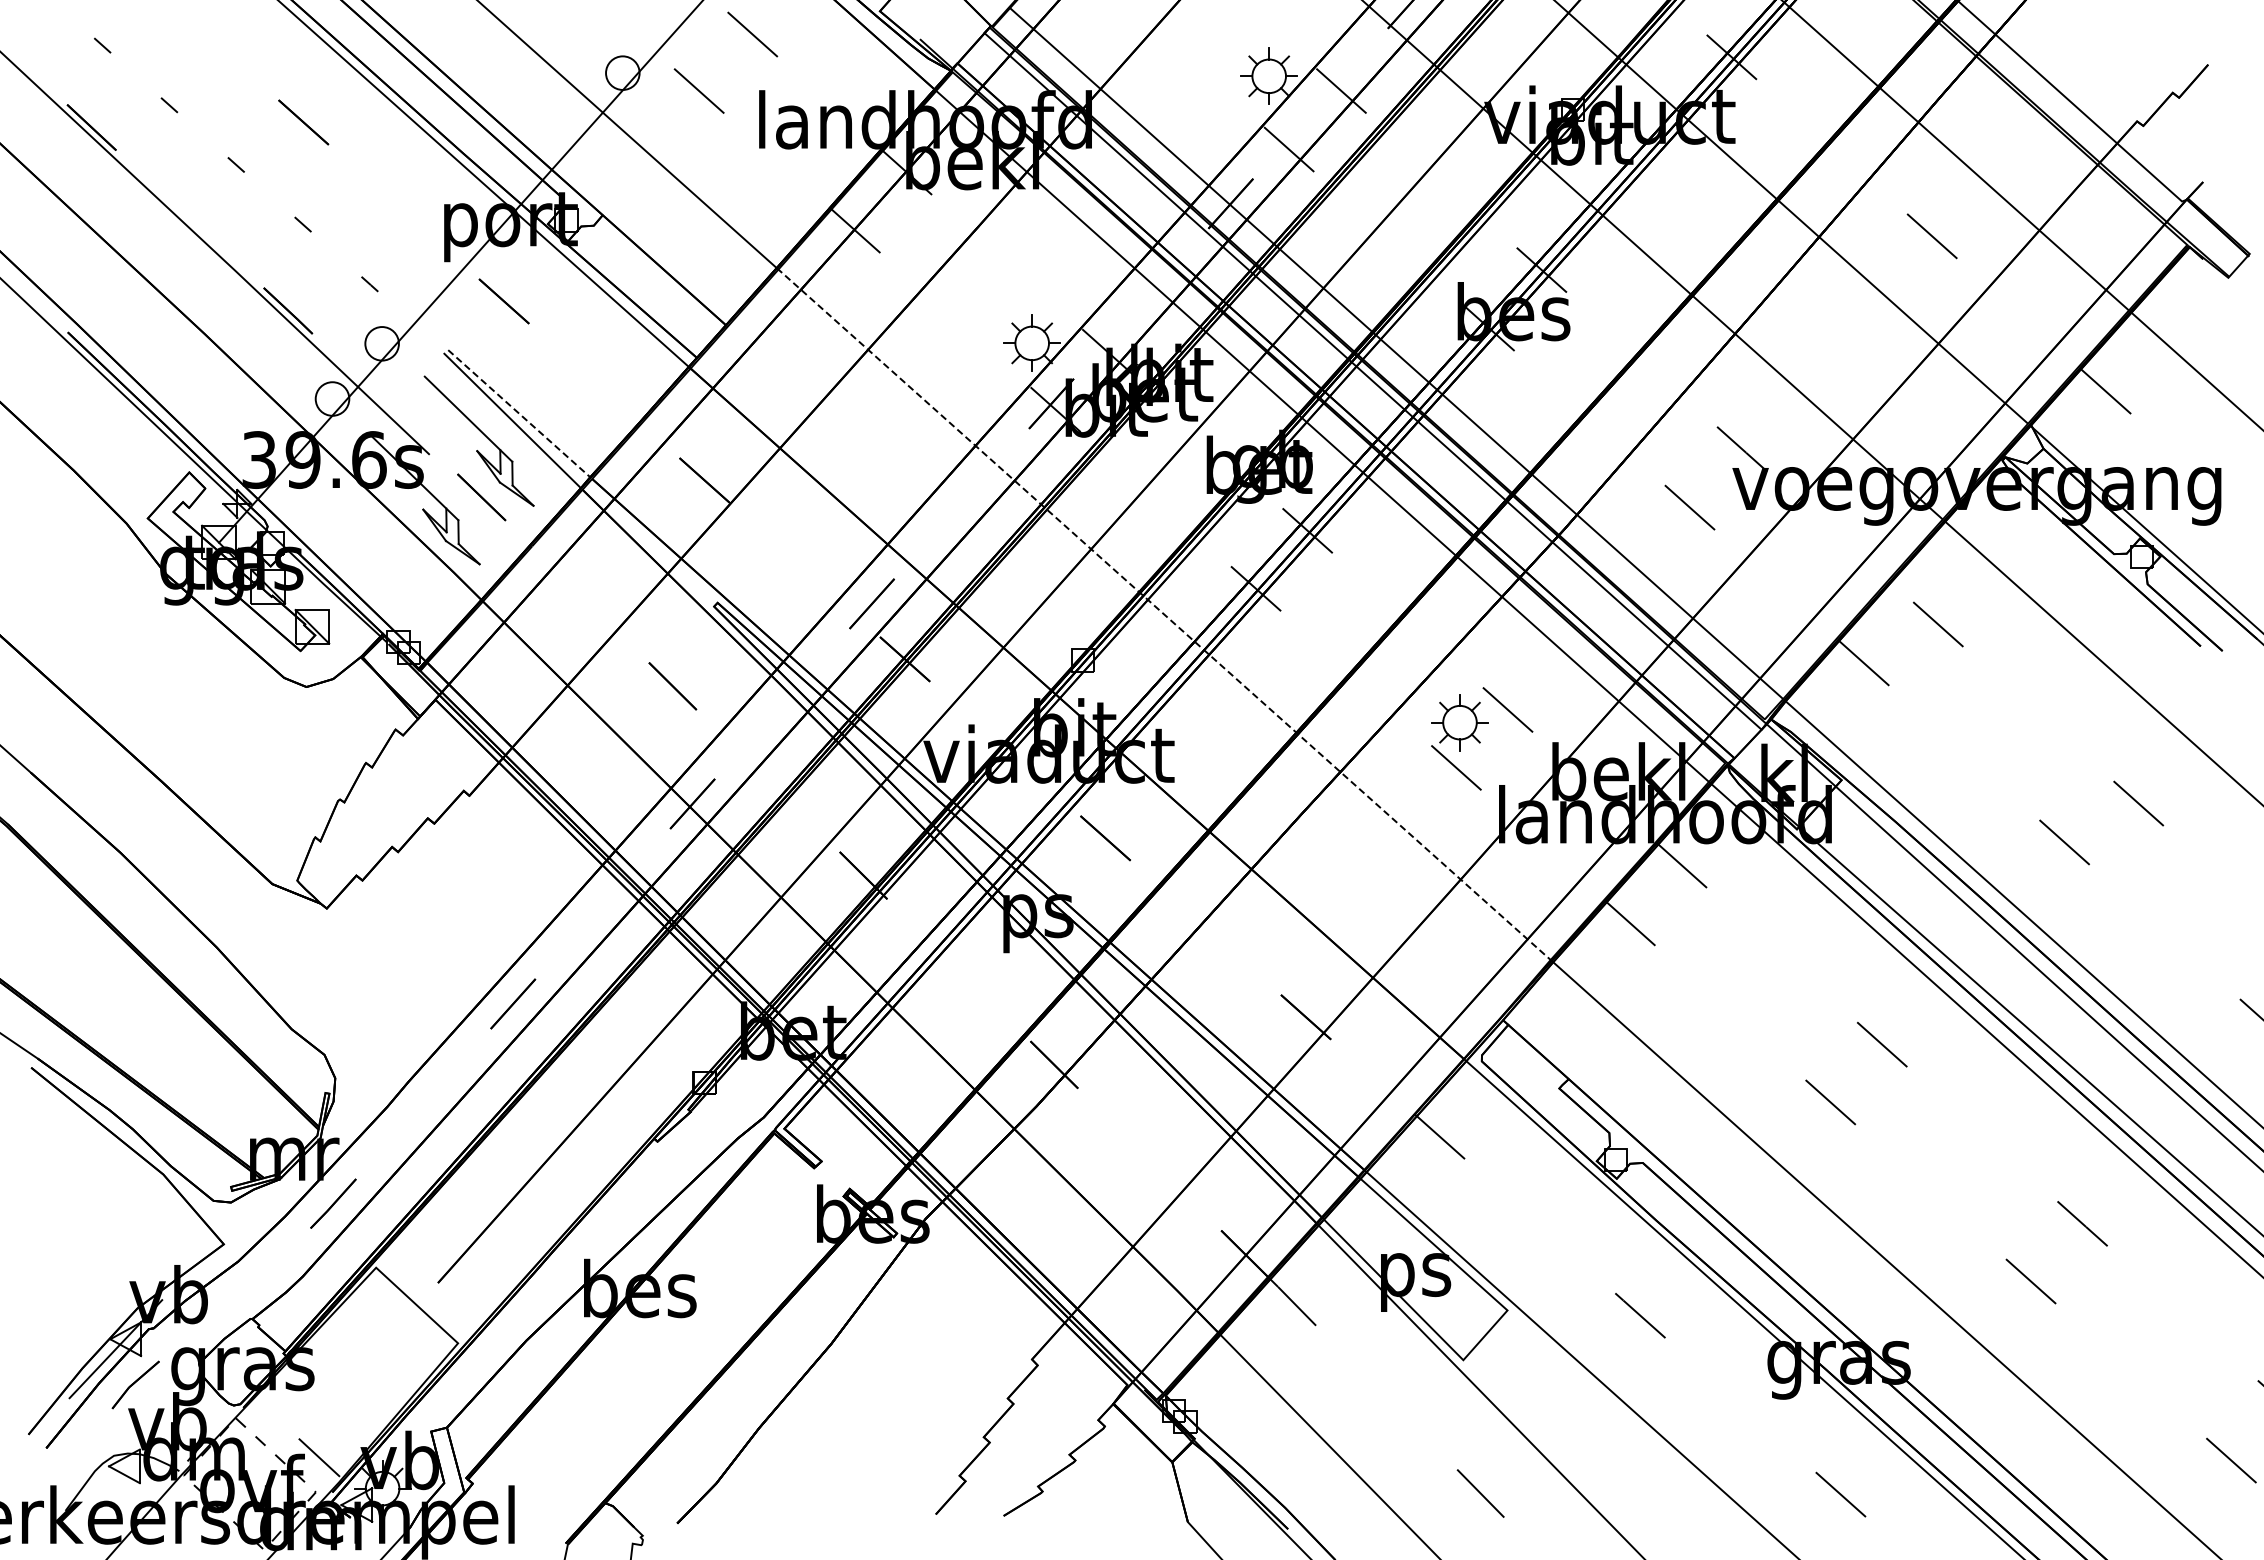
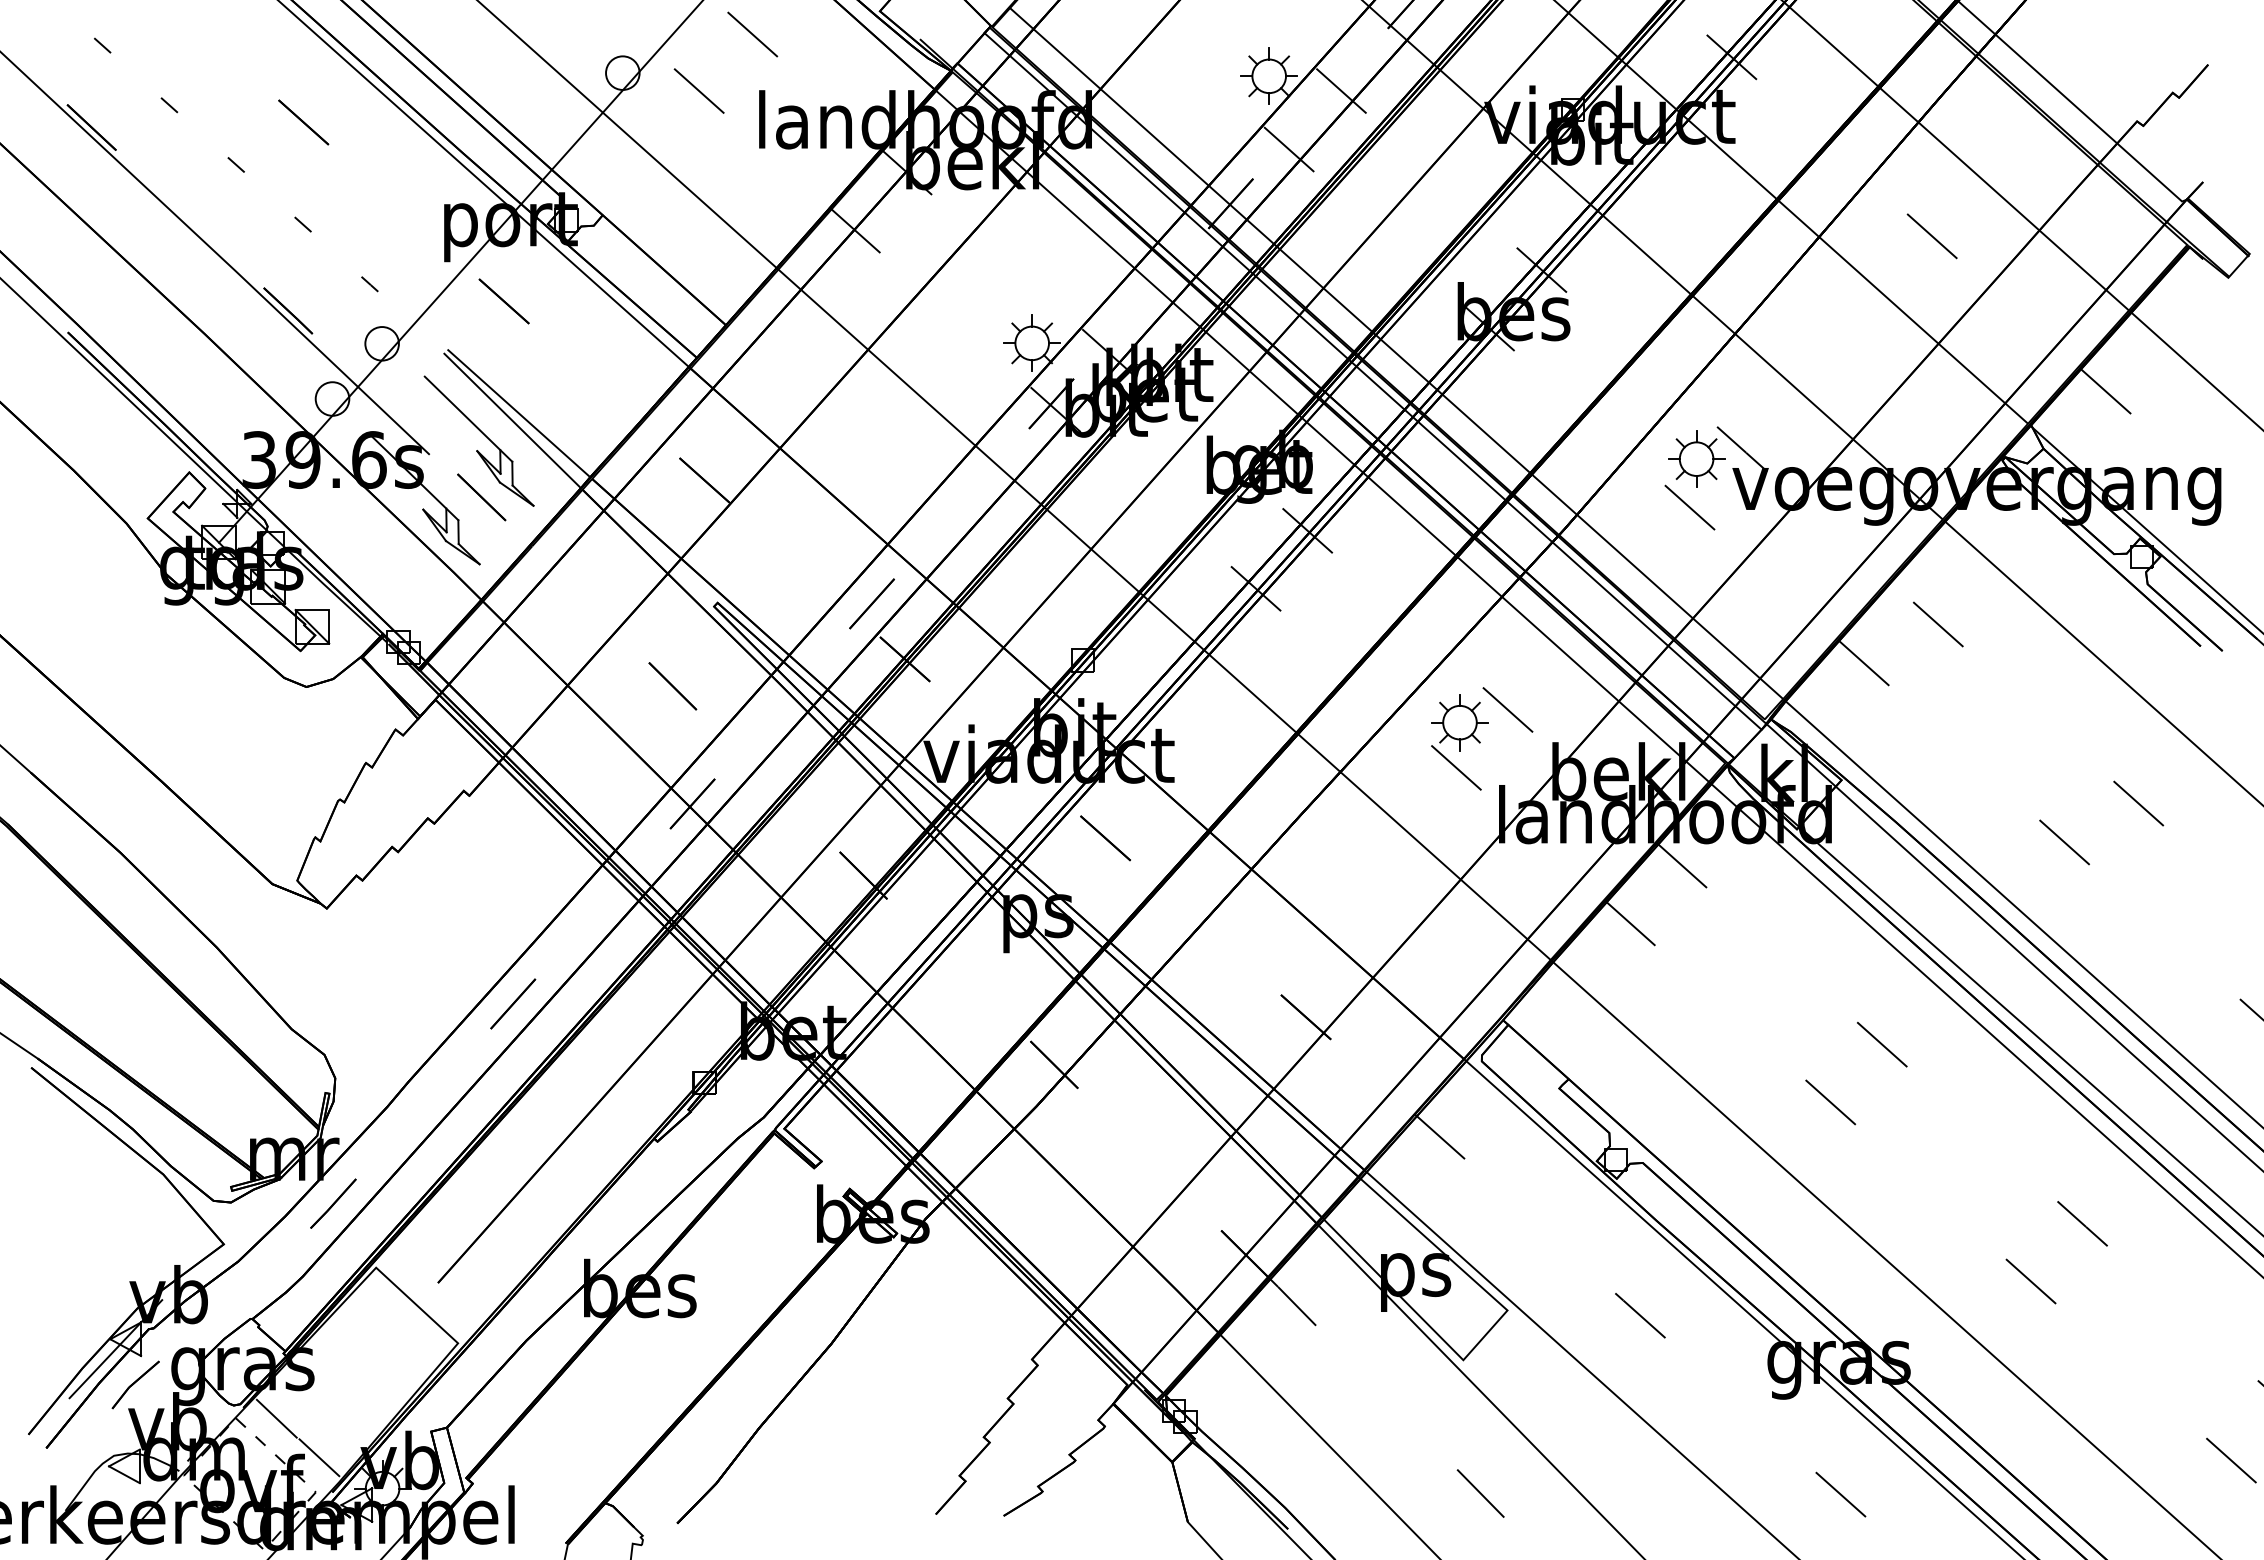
line at (519, 414): dashed -> solid
part at (1696, 458): none -> present
line at (1164, 614): dashed -> solid
line at (276, 1418): none -> present
